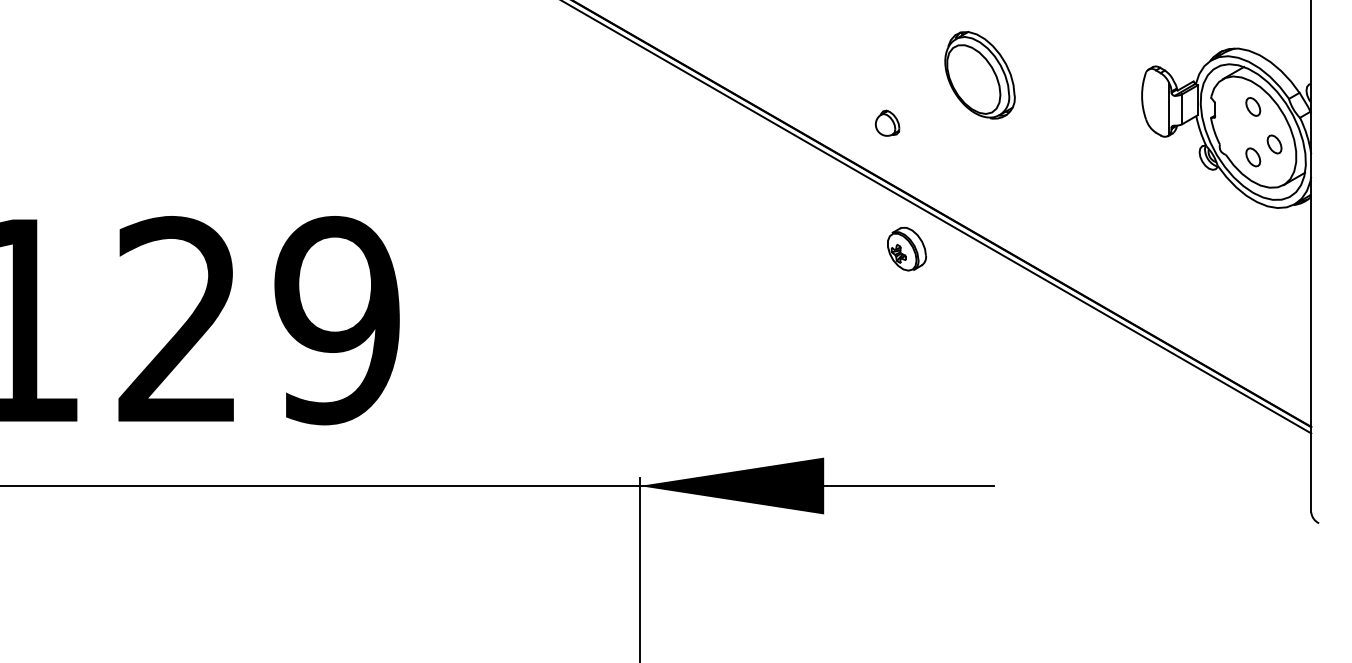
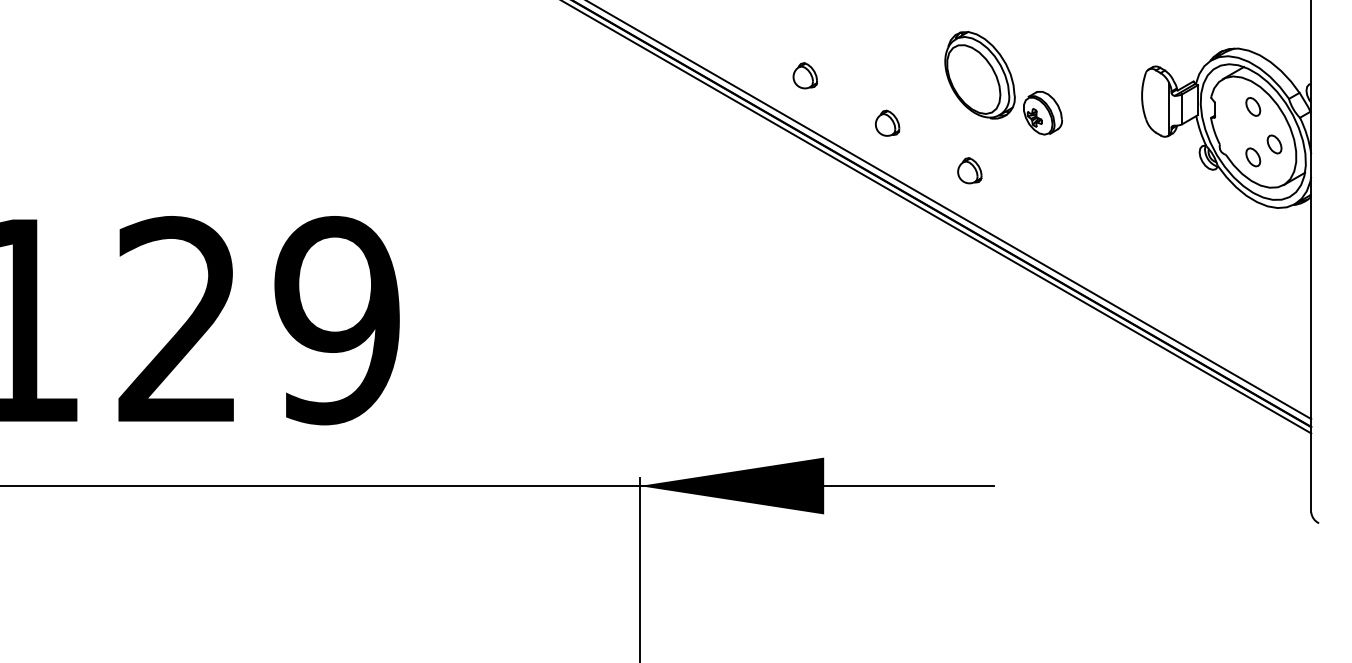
part at (804, 75): none -> present
part at (969, 170): none -> present
line at (949, 210): none -> present
part at (906, 249) position: (906, 249) -> (1042, 113)
